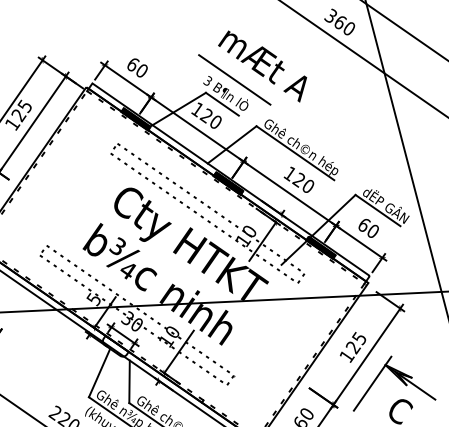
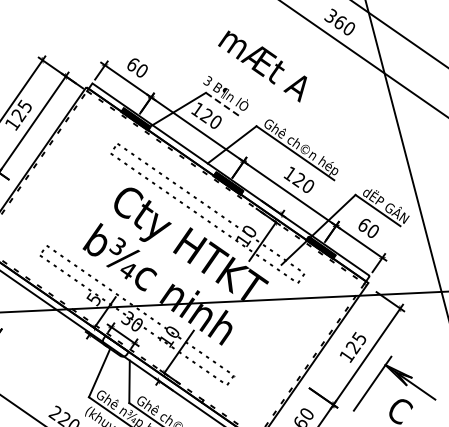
line at (404, 30) position: (404, 30) -> (399, 33)
line at (234, 79): present -> none
line at (222, 103): solid -> dashed
